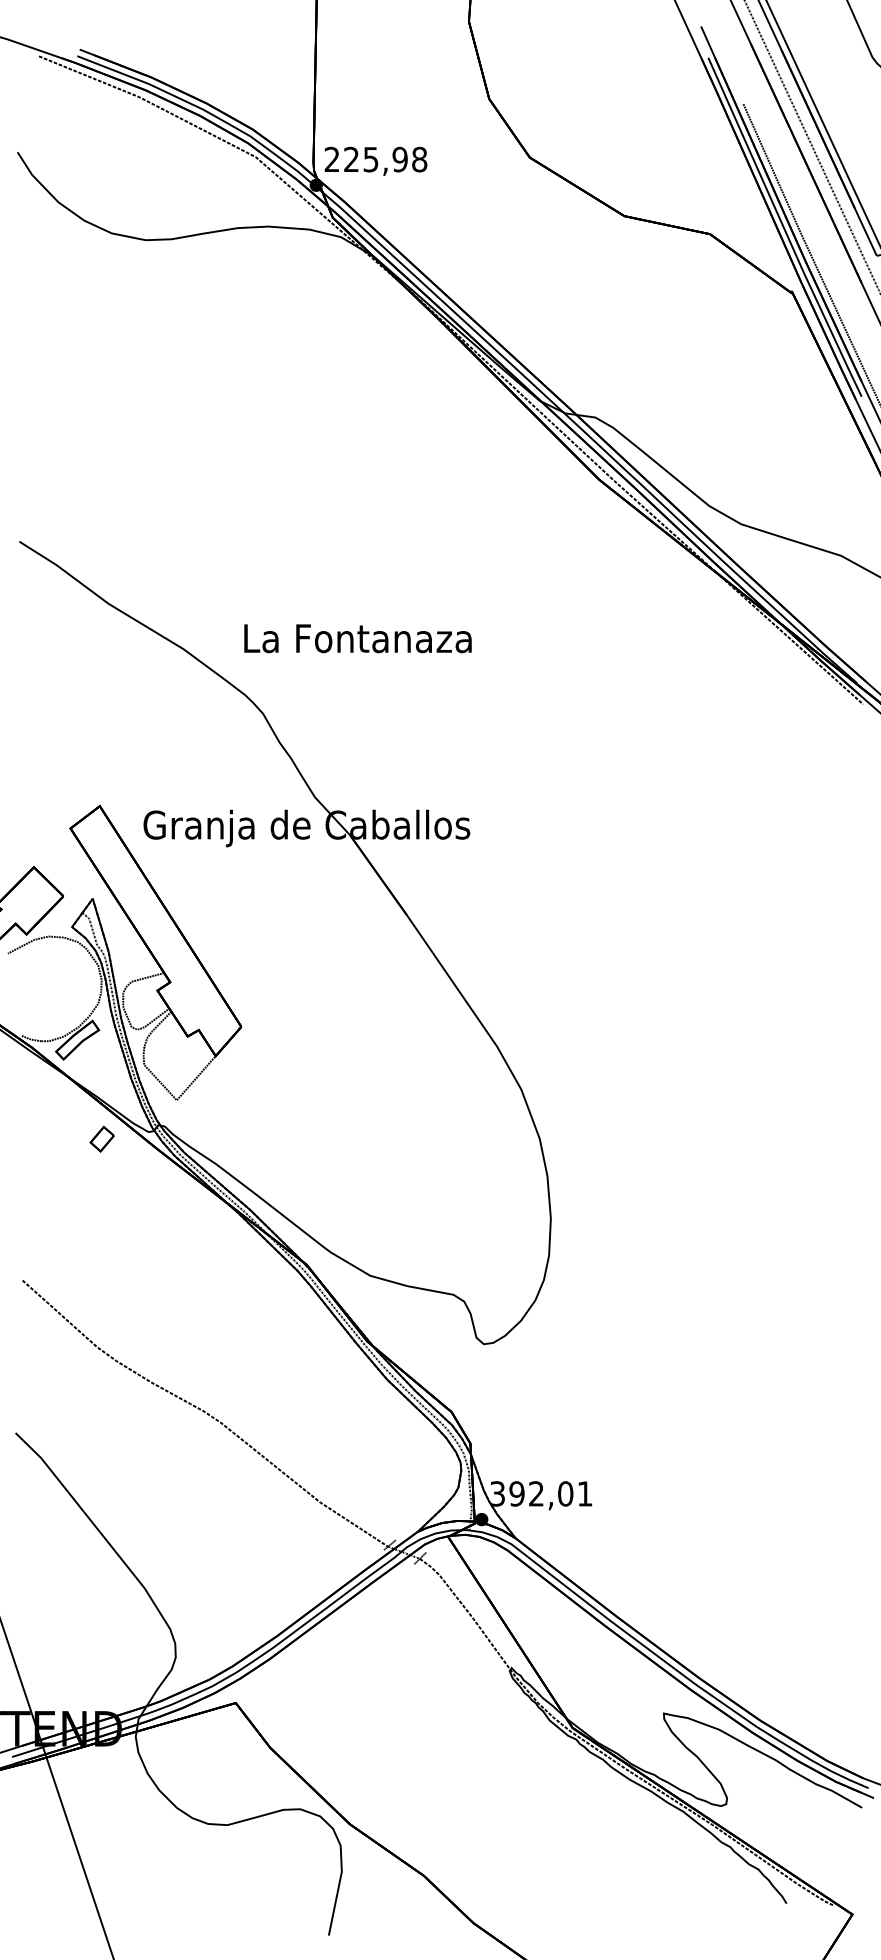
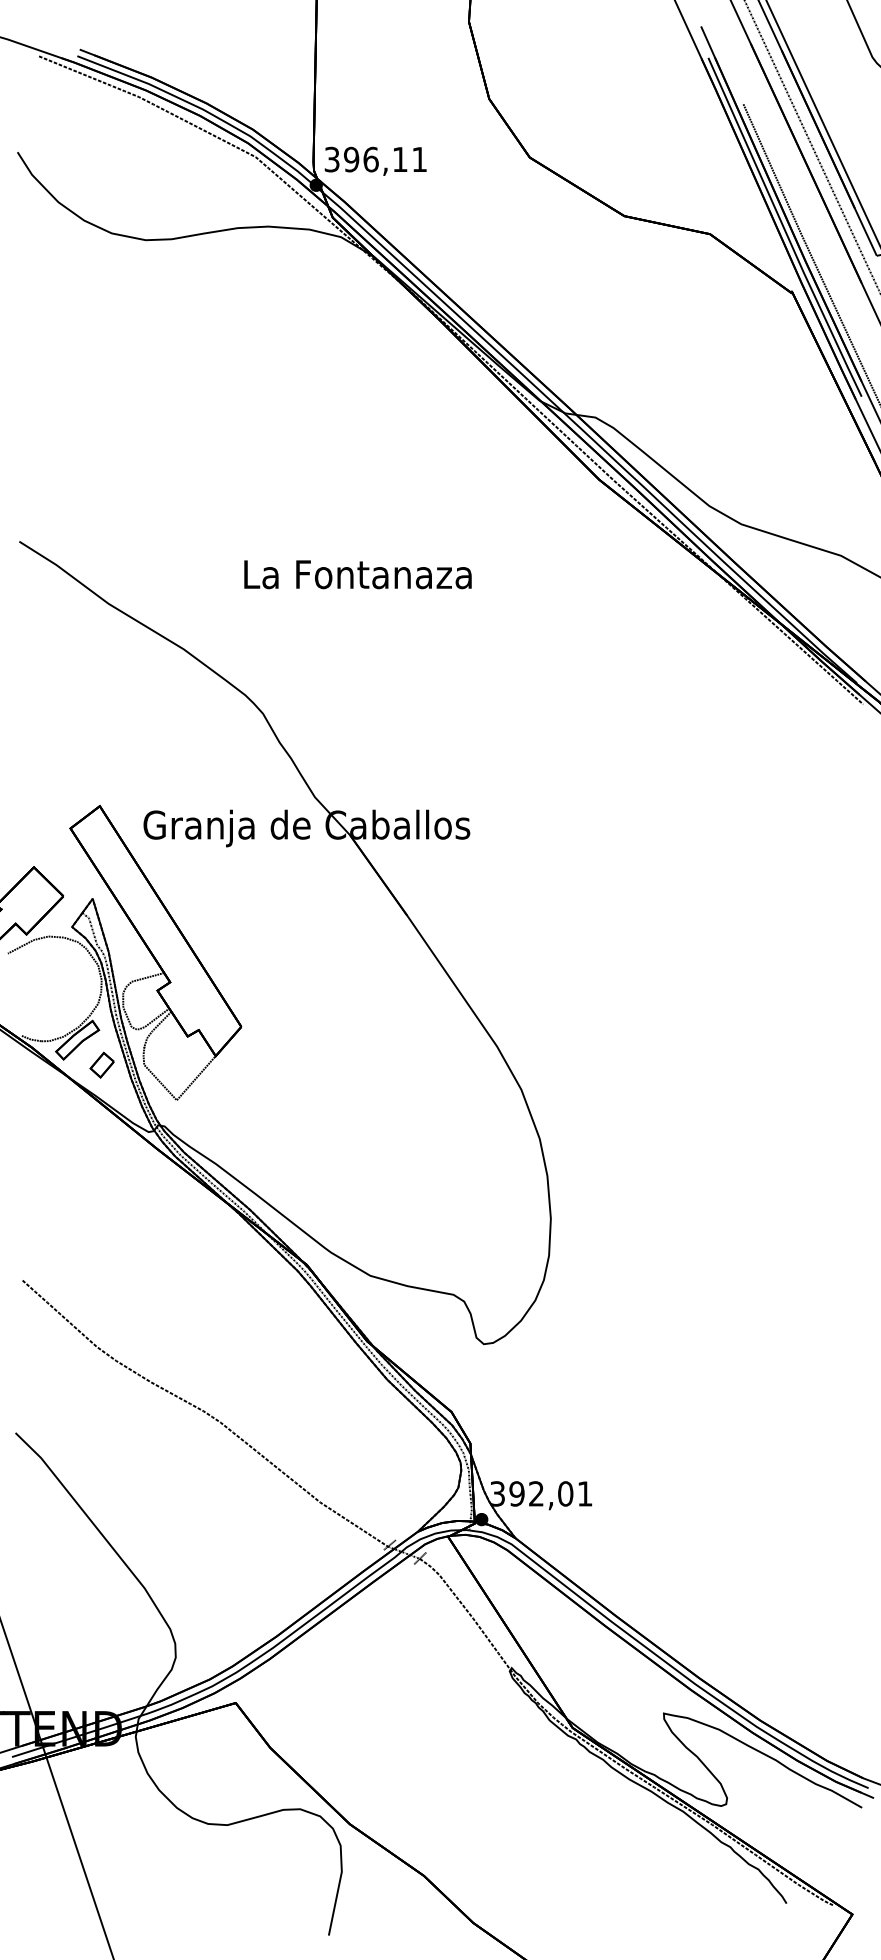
text at (375, 159): 225,98 -> 396,11
text at (357, 638) position: (357, 638) -> (357, 574)
part at (101, 1138) position: (101, 1138) -> (101, 1064)
